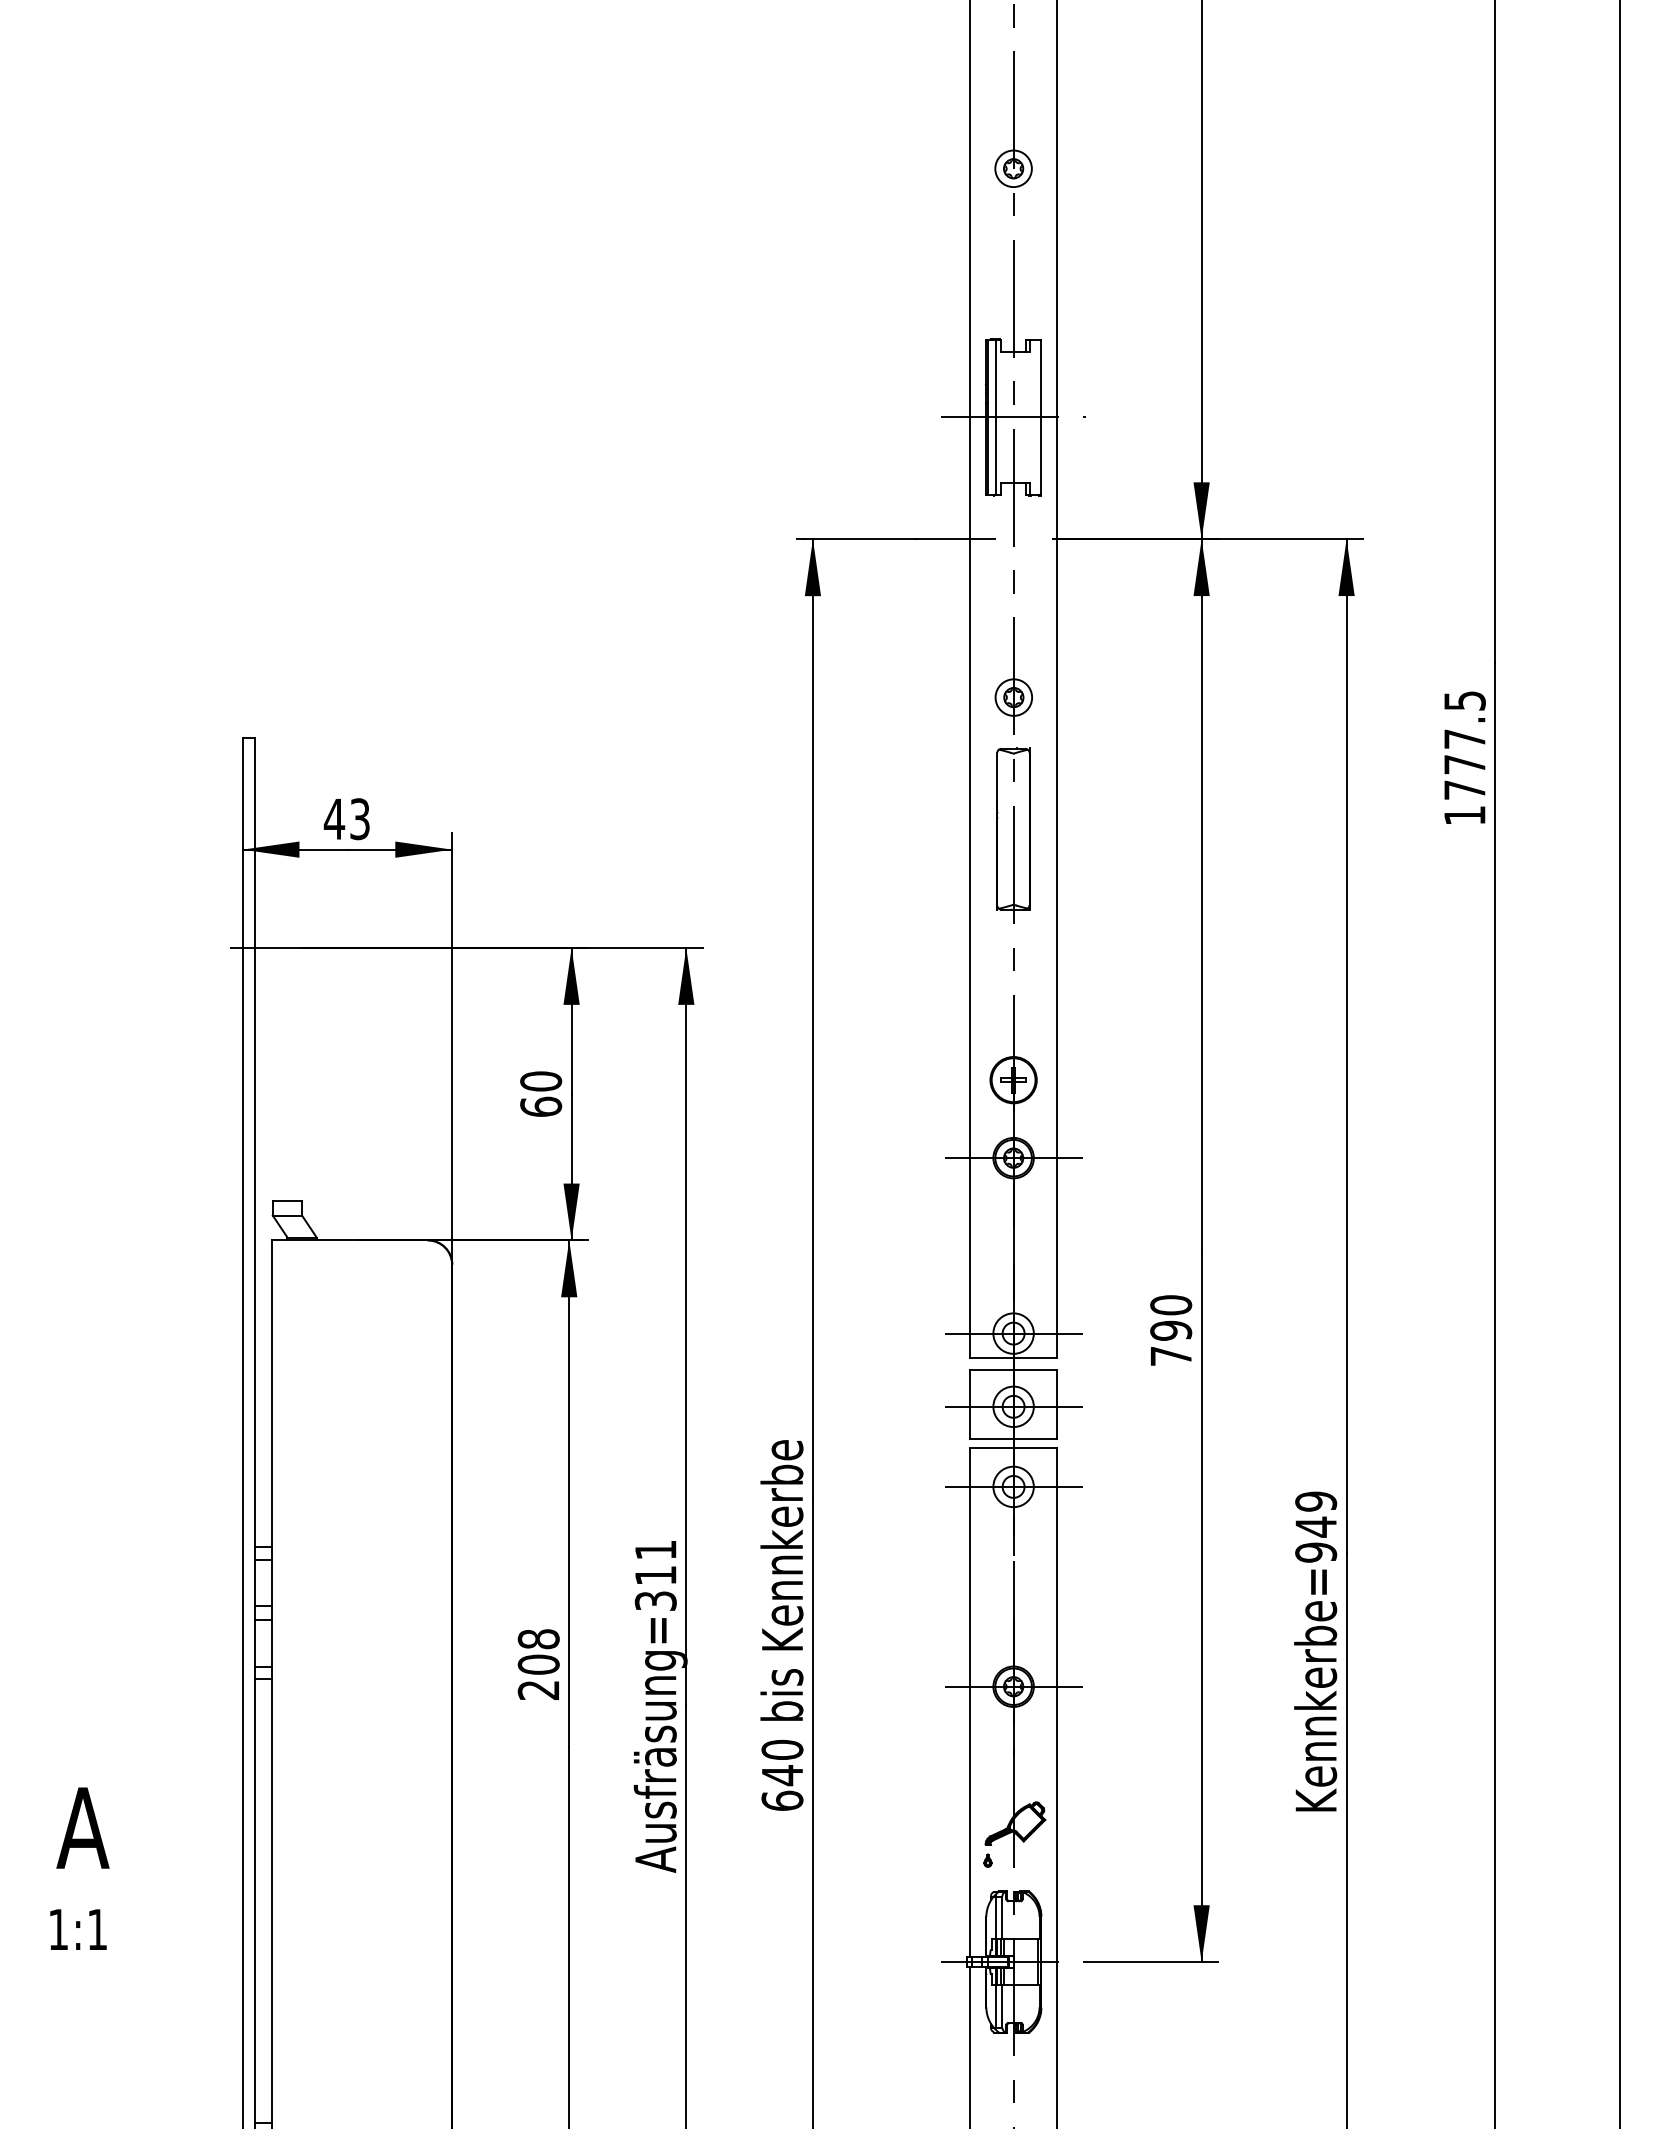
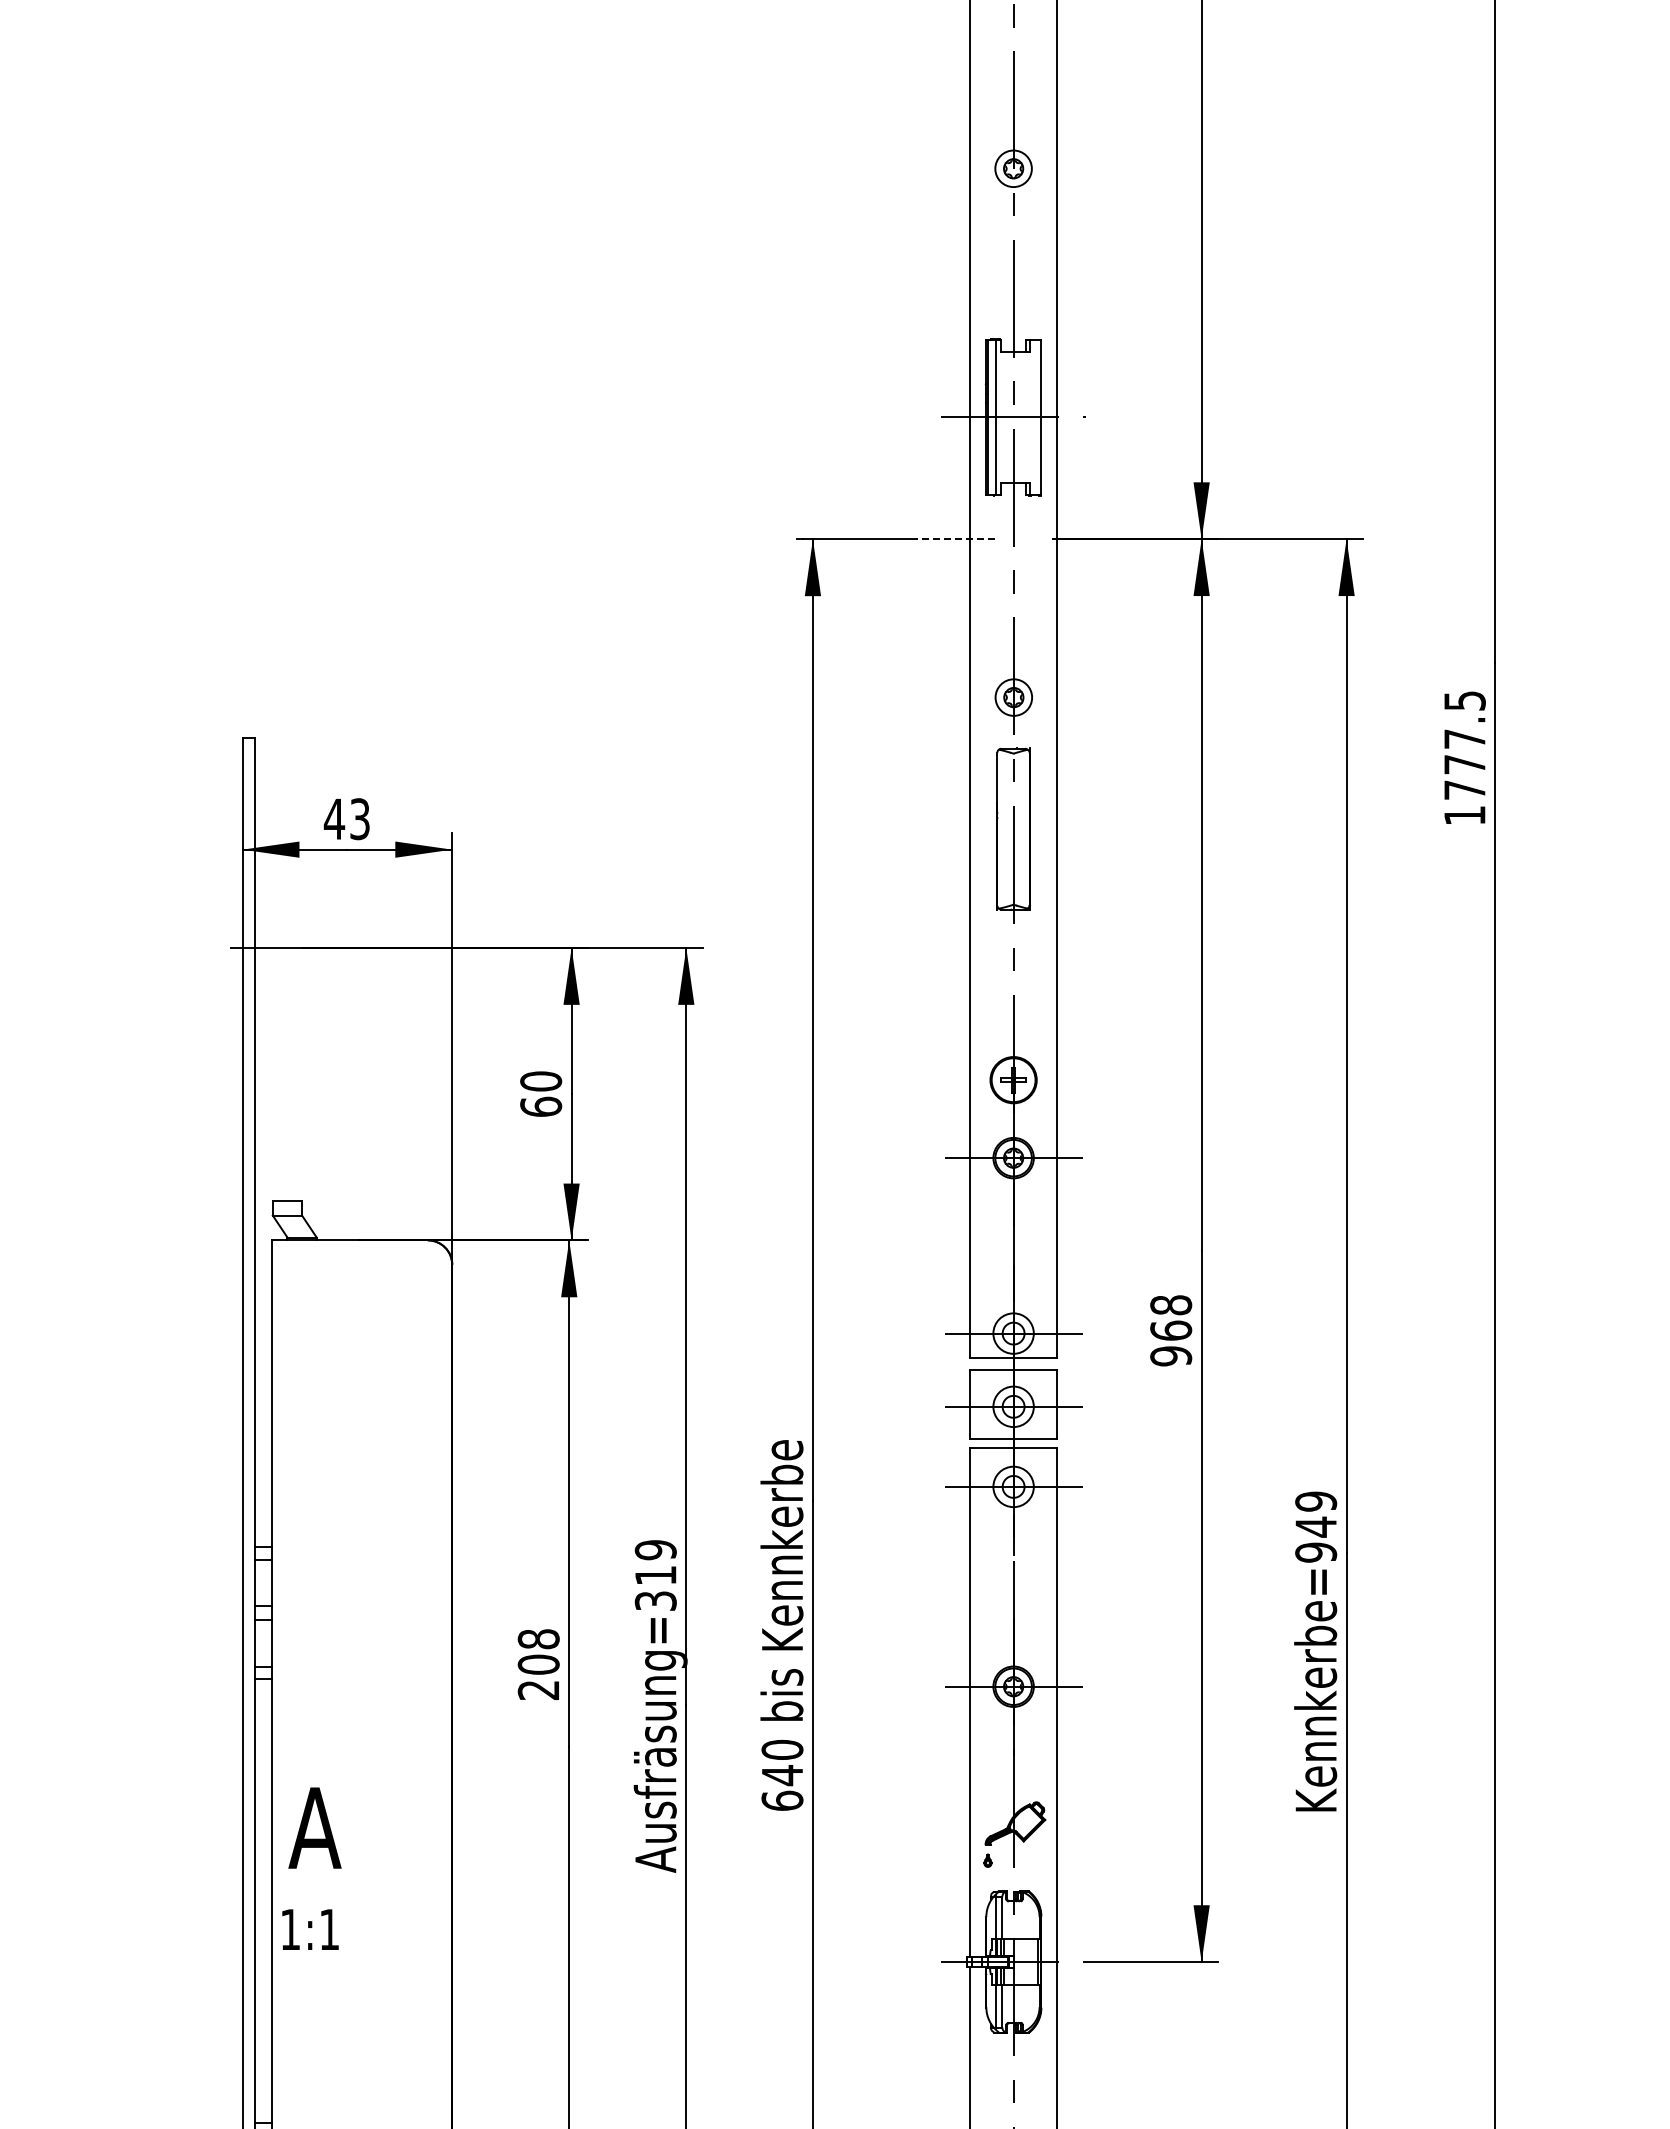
line at (955, 539): solid -> dashed
line at (1619, 1063): present -> none
text at (1171, 1330): 790 -> 968
text at (655, 1550): Ausfräsung=311 -> Ausfräsung=319
text at (79, 1868) position: (79, 1868) -> (311, 1868)
